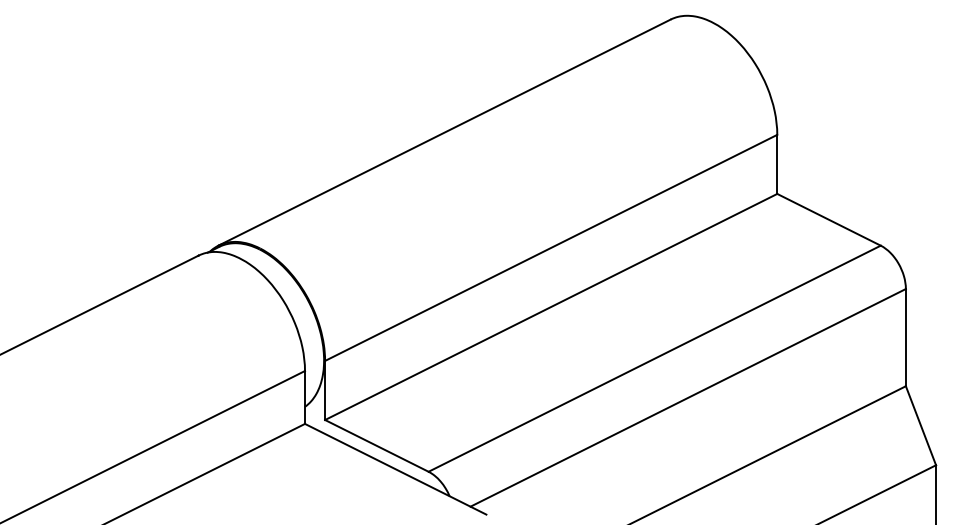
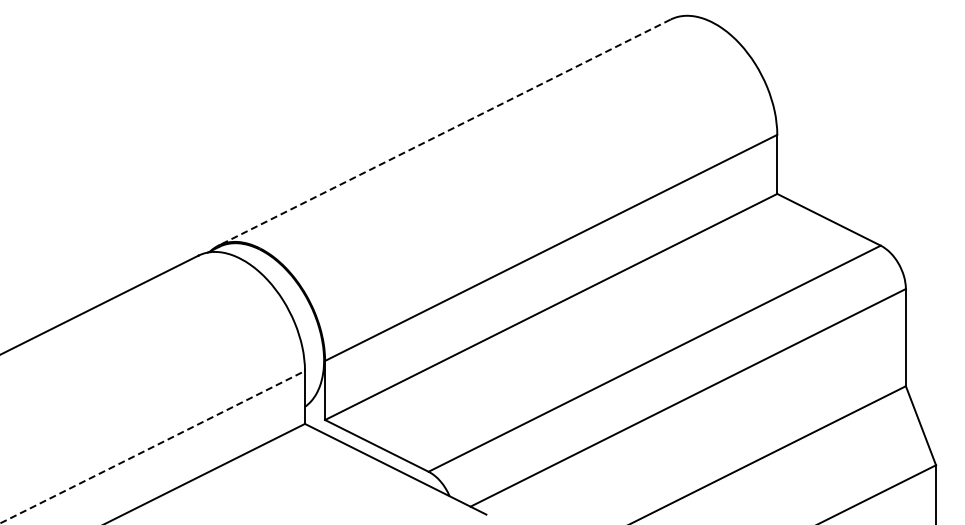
line at (444, 132): solid -> dashed
line at (153, 446): solid -> dashed
